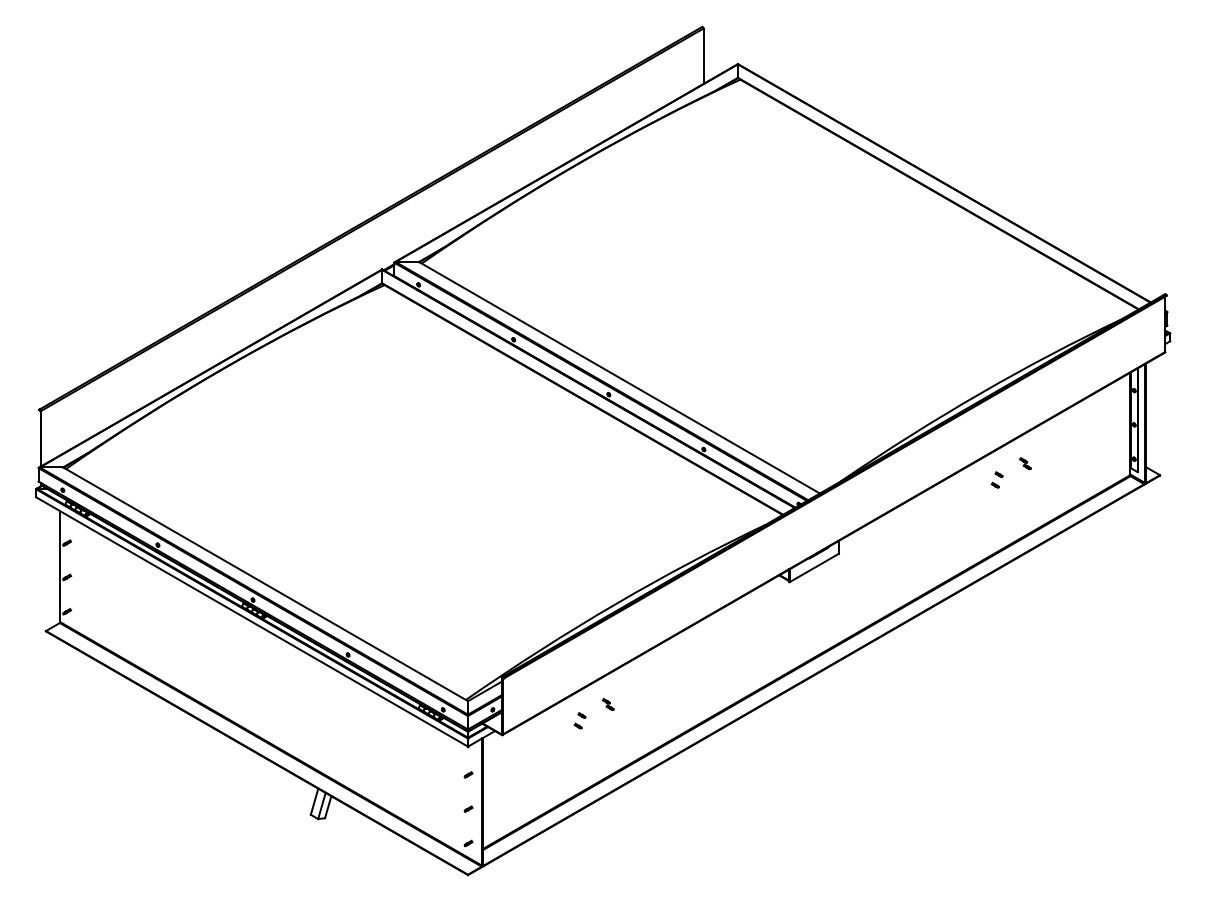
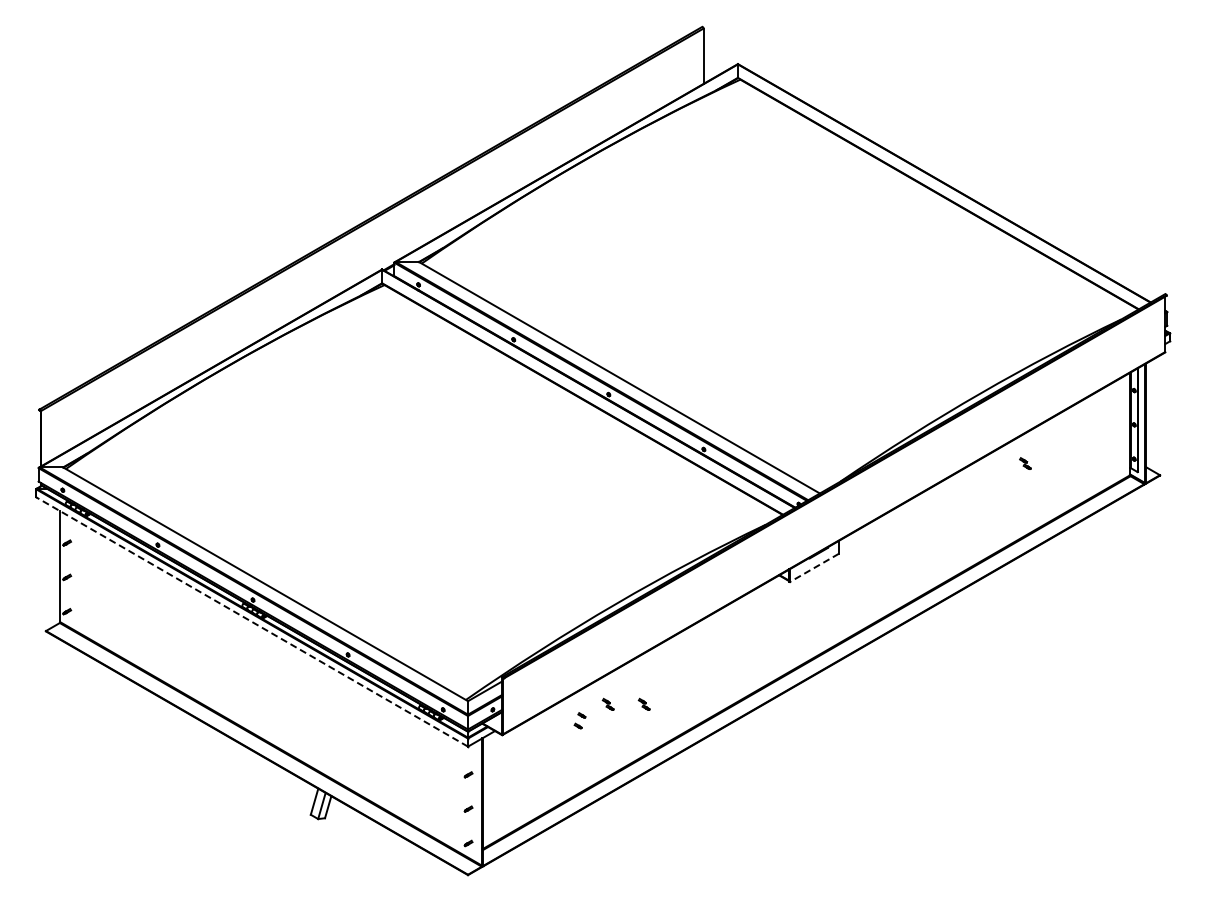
part at (996, 479): present -> none
line at (813, 568): solid -> dashed
line at (251, 621): solid -> dashed
part at (643, 703): none -> present
